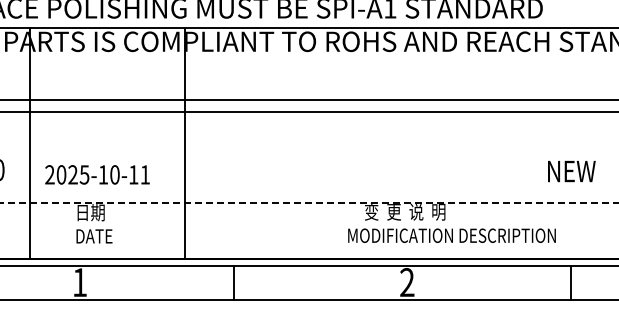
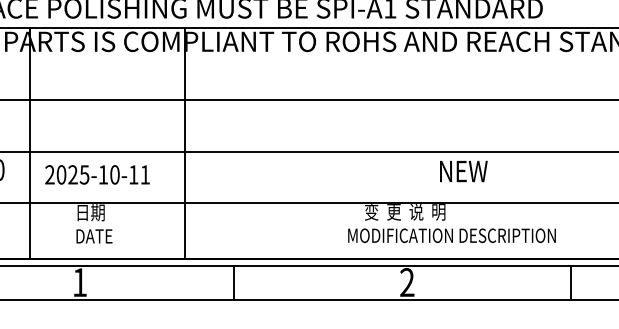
line at (308, 111) position: (308, 111) -> (308, 151)
text at (571, 171) position: (571, 171) -> (463, 171)
line at (309, 203): dashed -> solid
